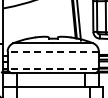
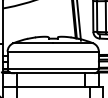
line at (53, 51): dashed -> solid
line at (53, 68): dashed -> solid
